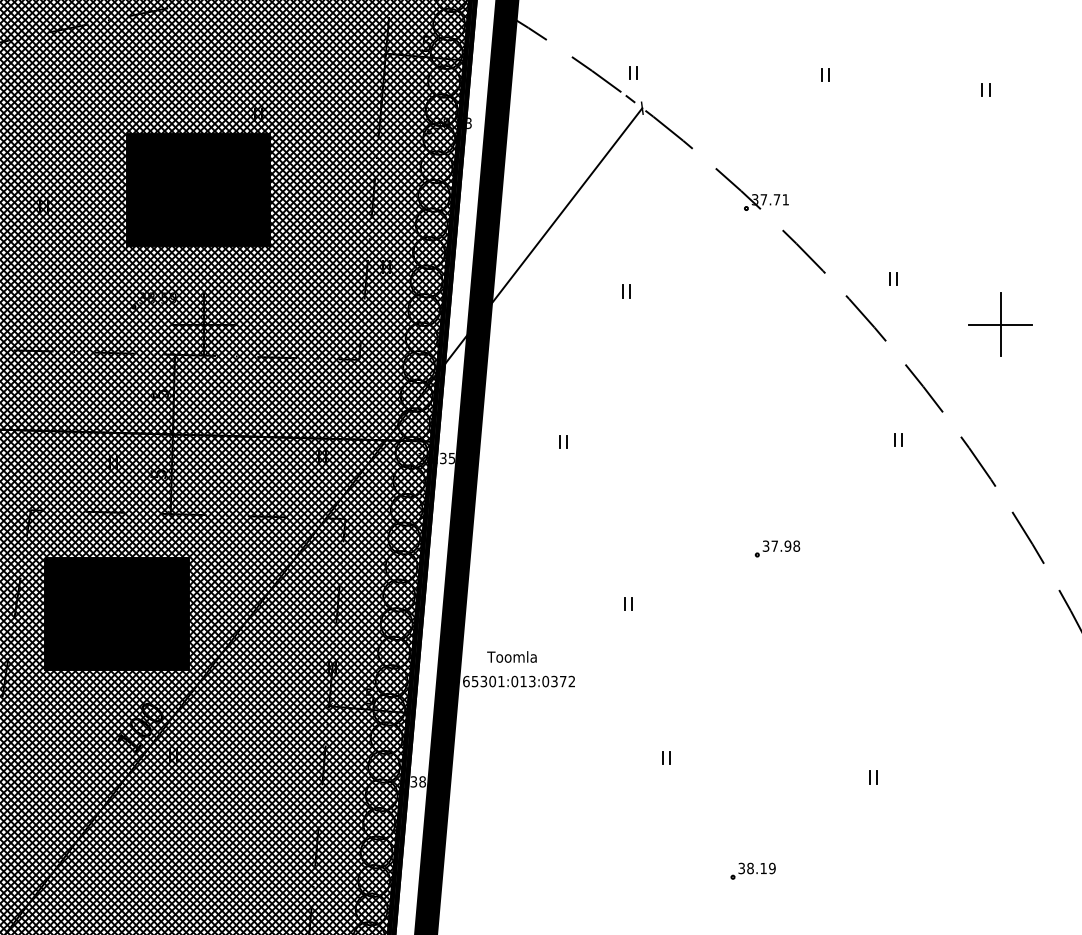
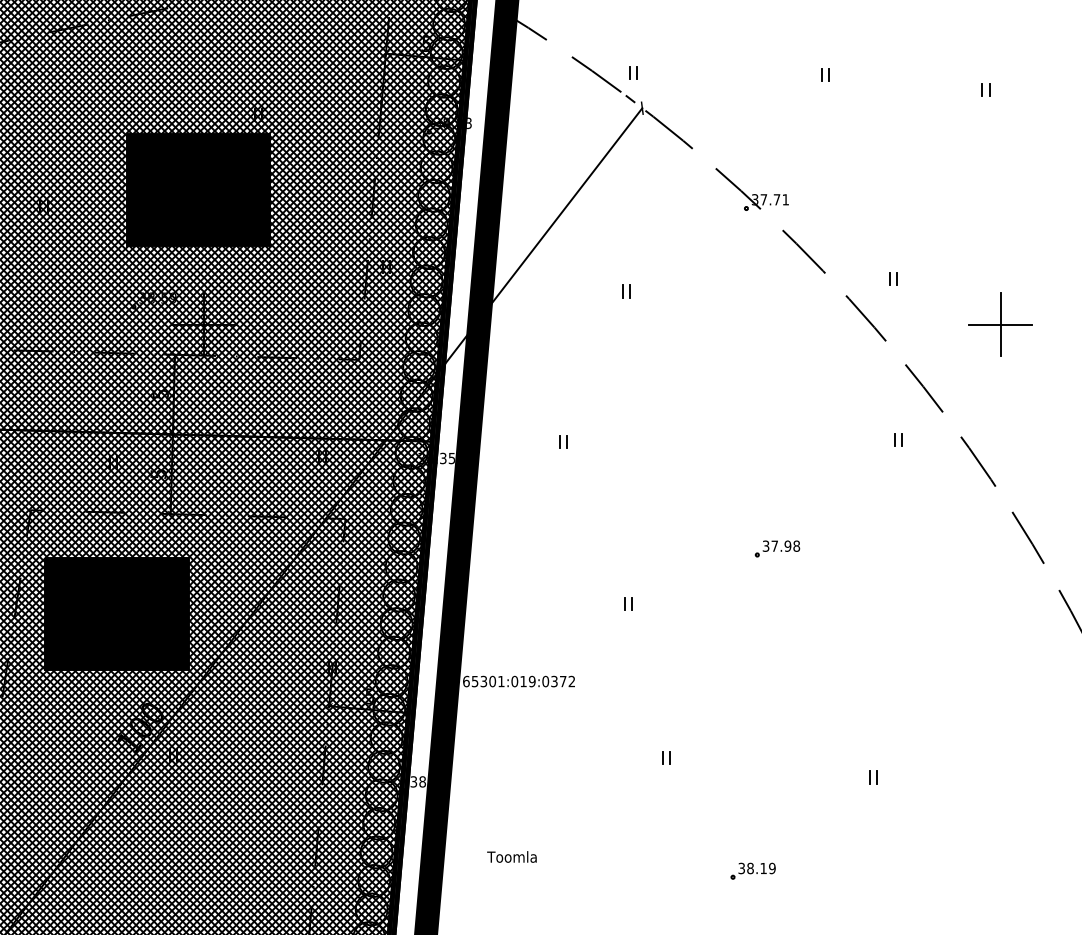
text at (511, 656) position: (511, 656) -> (511, 856)
text at (531, 681): 65301:013:0372 -> 65301:019:0372
